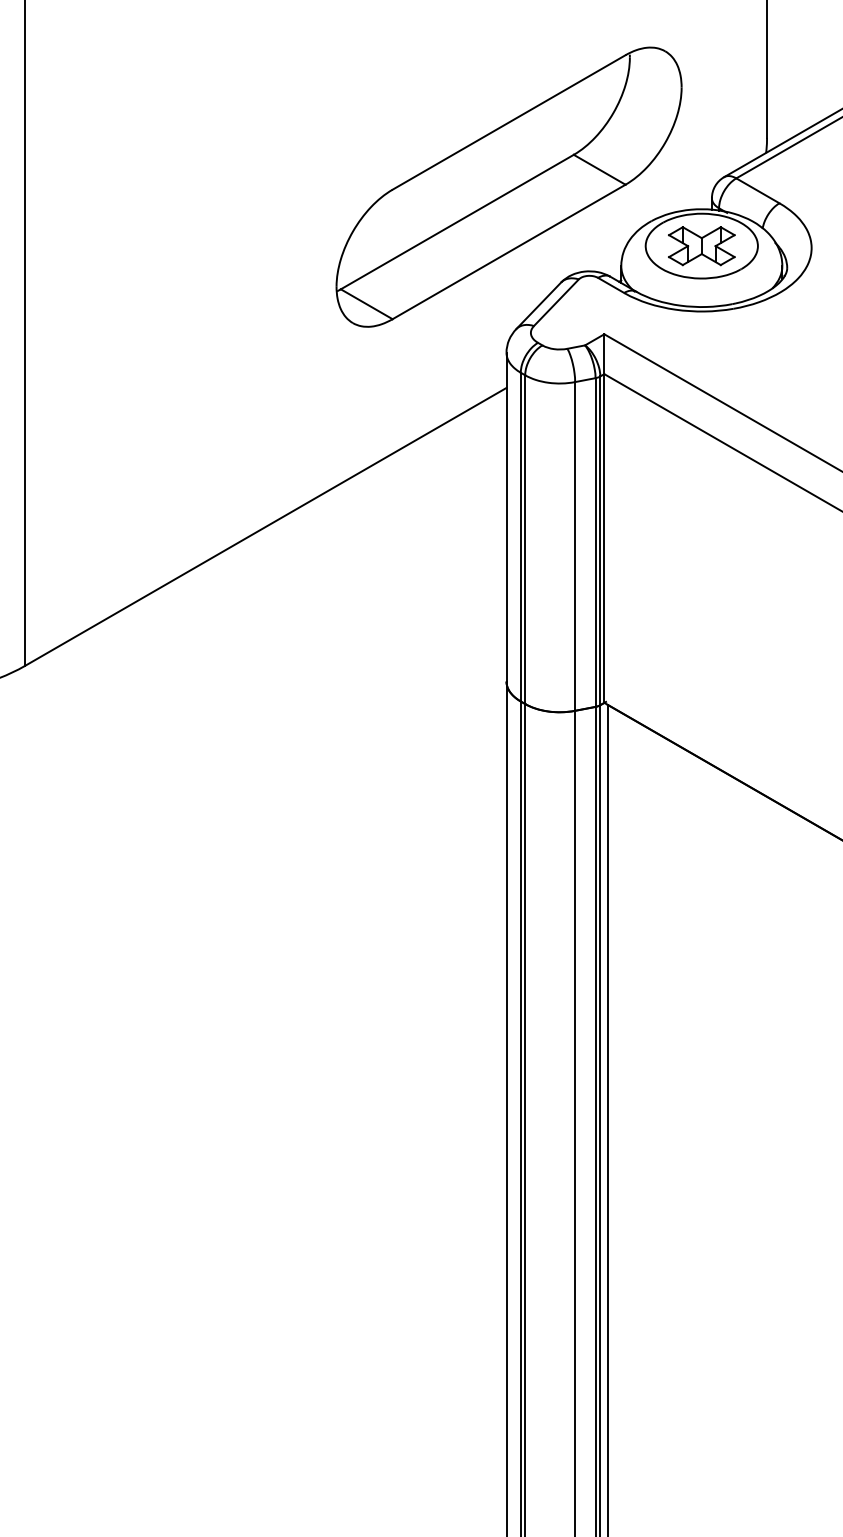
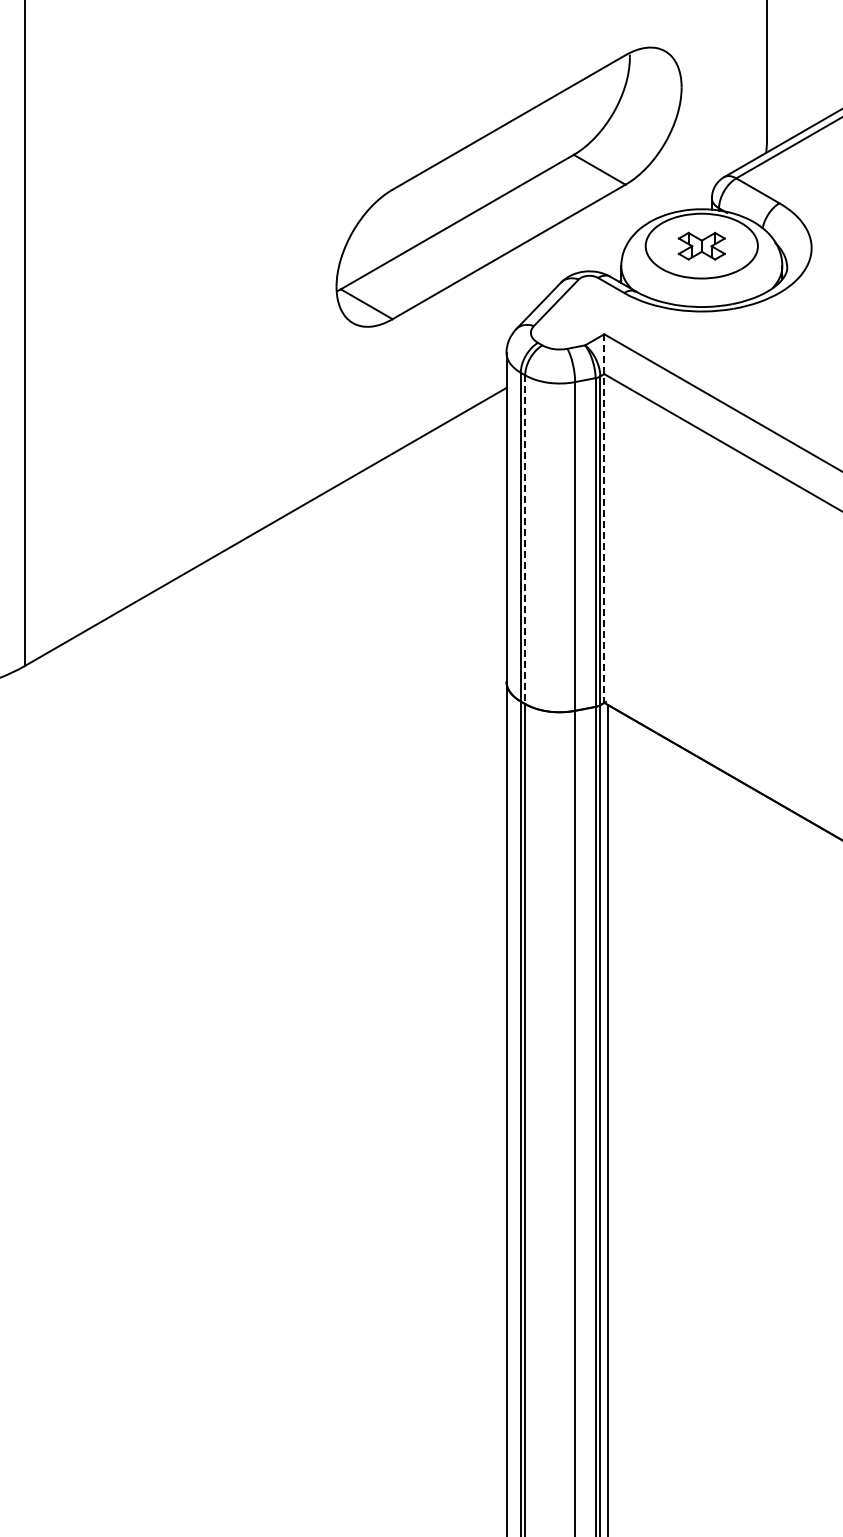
part at (701, 246) size: 68x41 px -> 49x30 px
line at (604, 519): solid -> dashed
line at (525, 540): solid -> dashed
